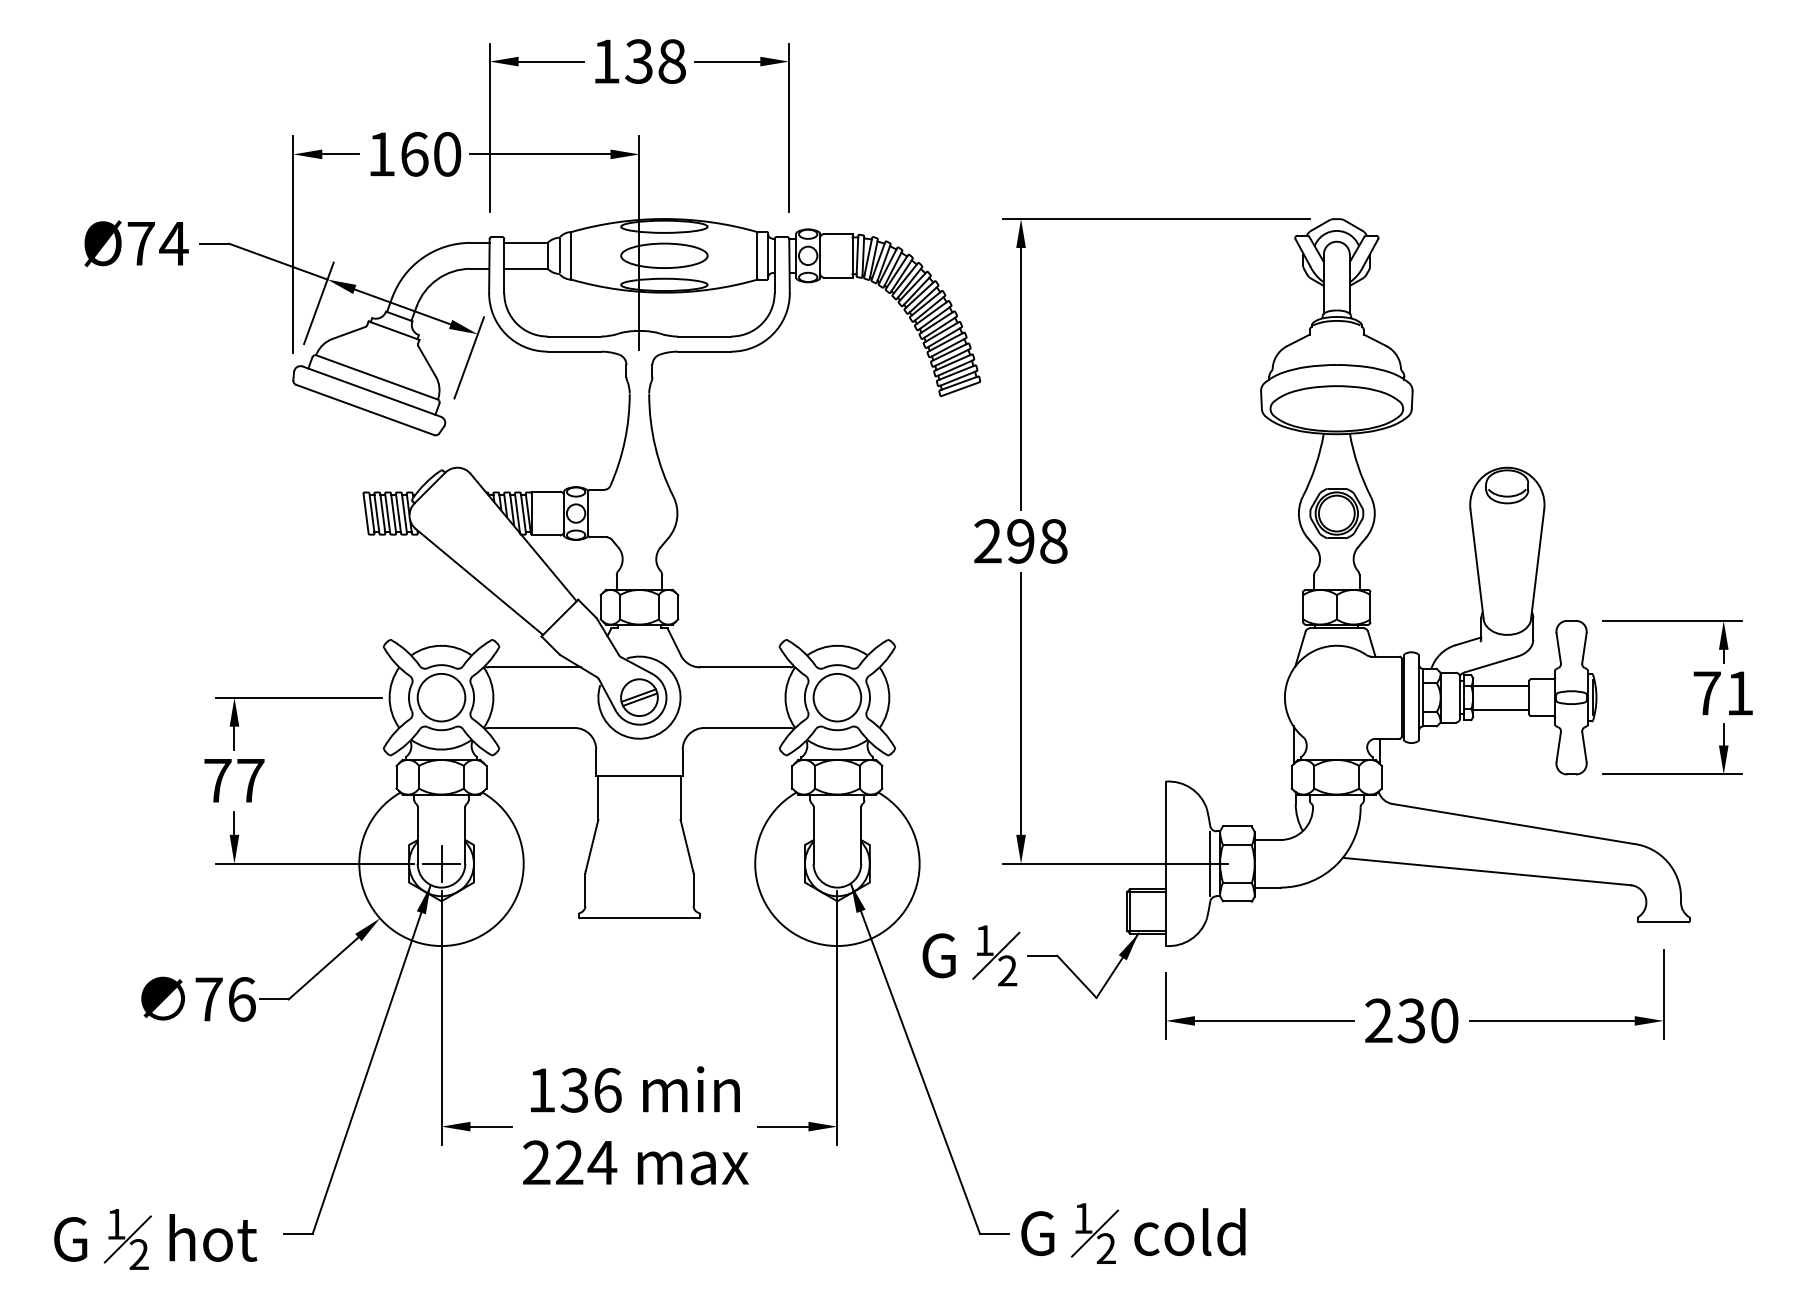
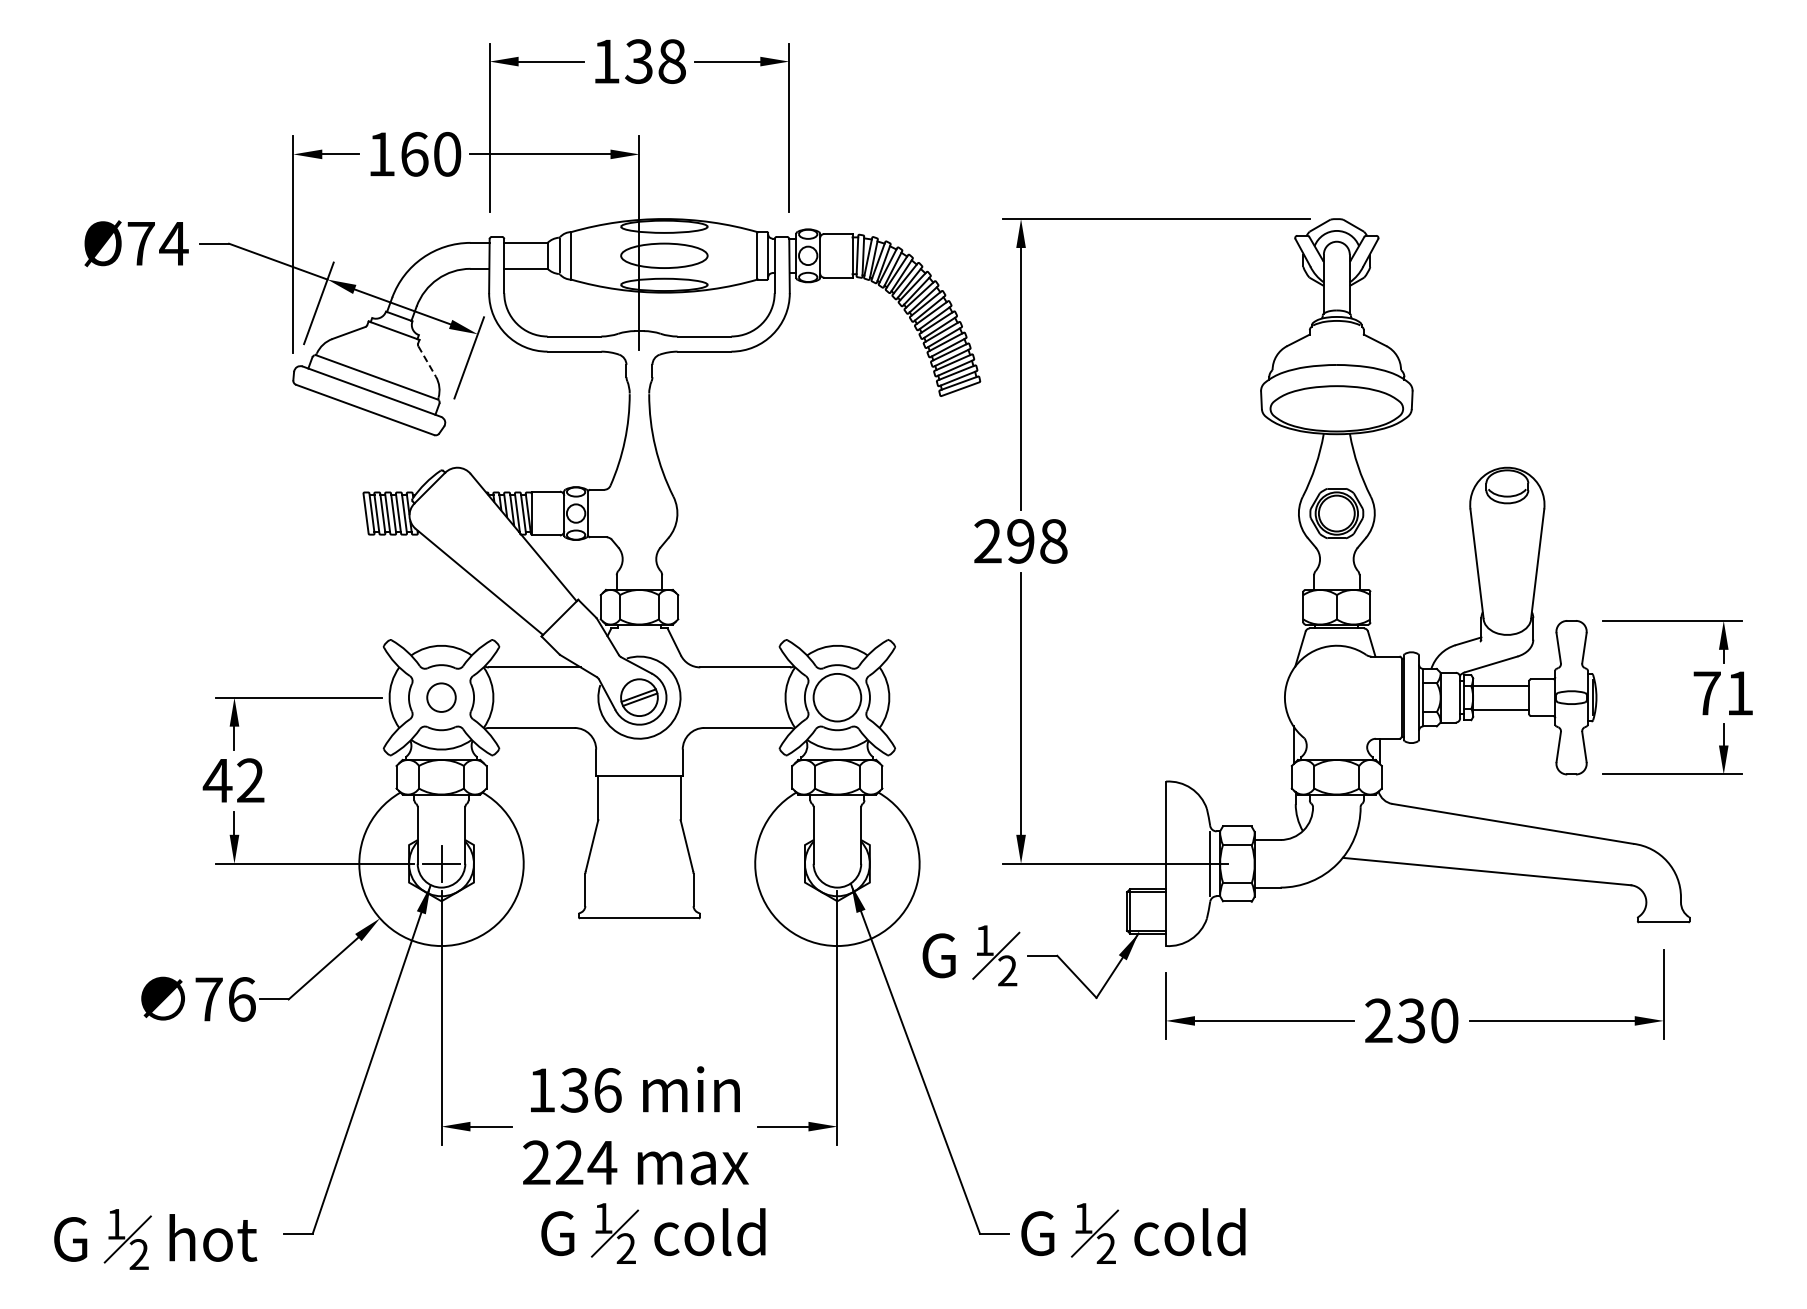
line at (427, 361): solid -> dashed
circle at (441, 697) diameter: 48 px -> 29 px
text at (233, 780): 77 -> 42
part at (653, 1233): none -> present
